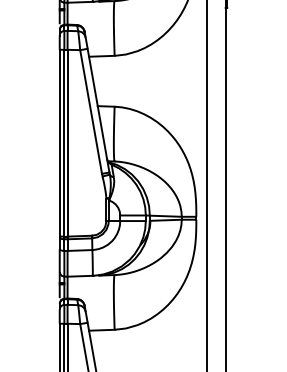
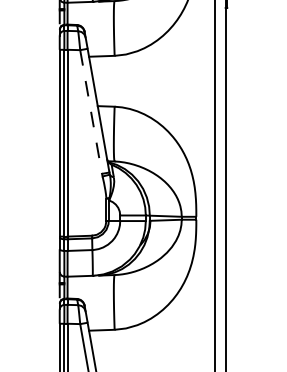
line at (91, 112): solid -> dashed
line at (206, 185) position: (206, 185) -> (214, 185)
